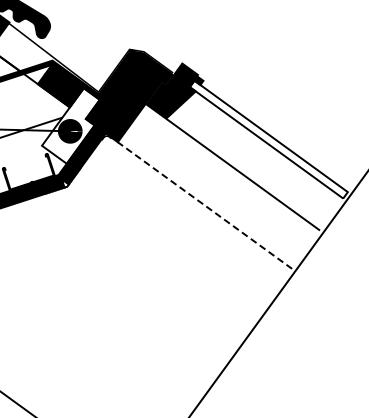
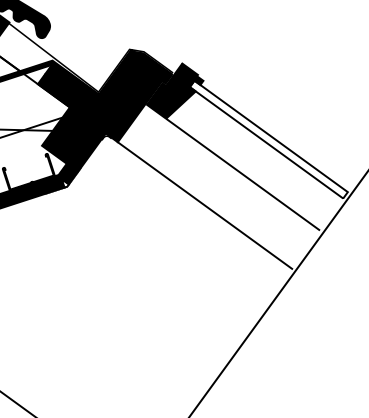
fill at (70, 125): none -> present
line at (204, 205): dashed -> solid
